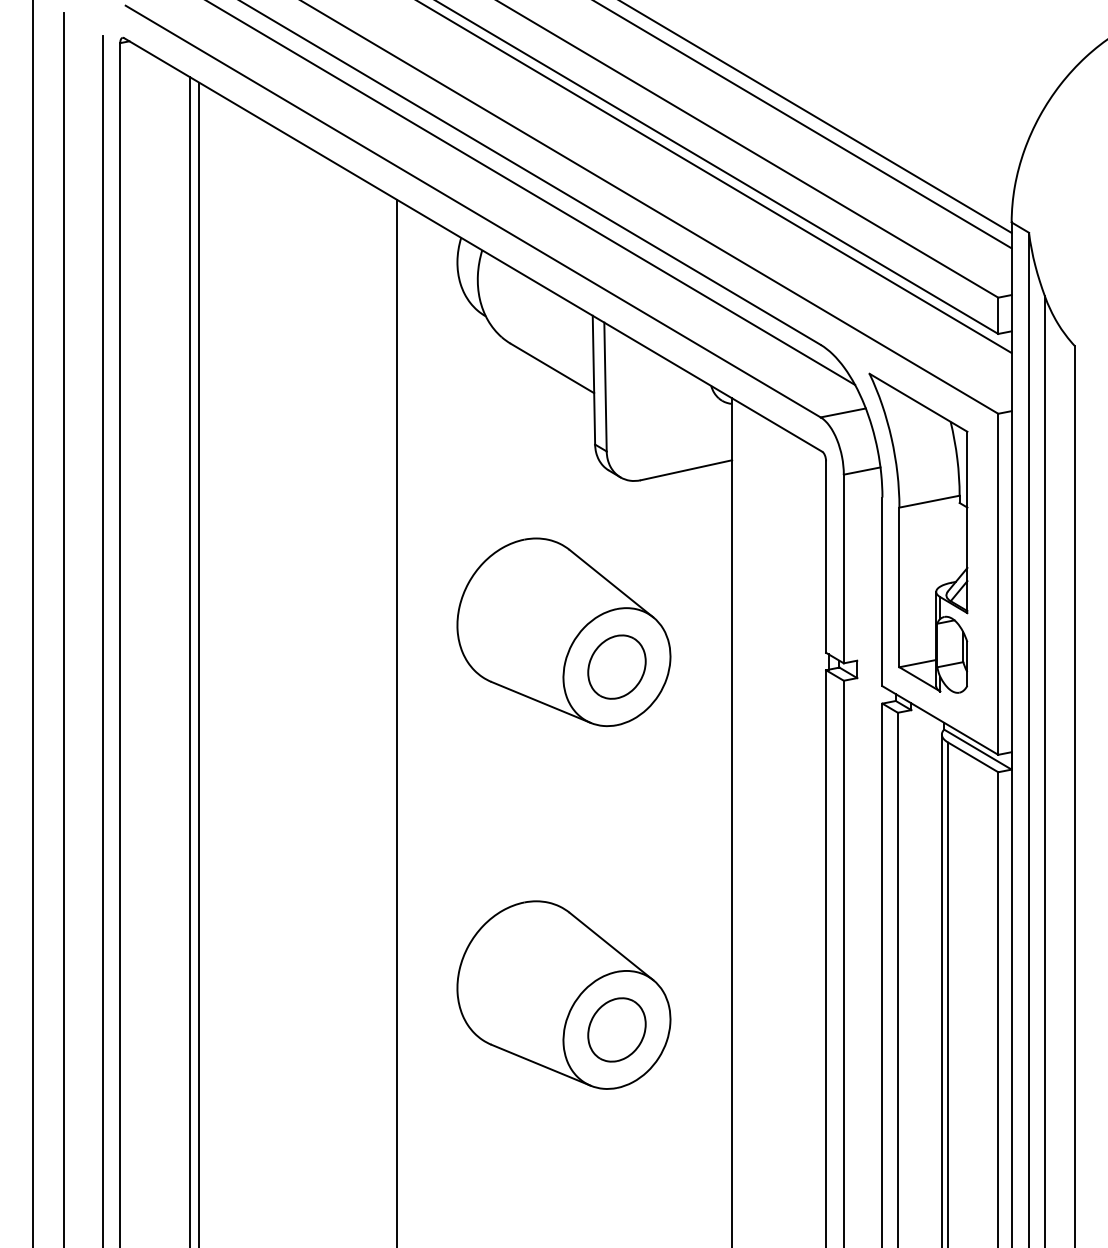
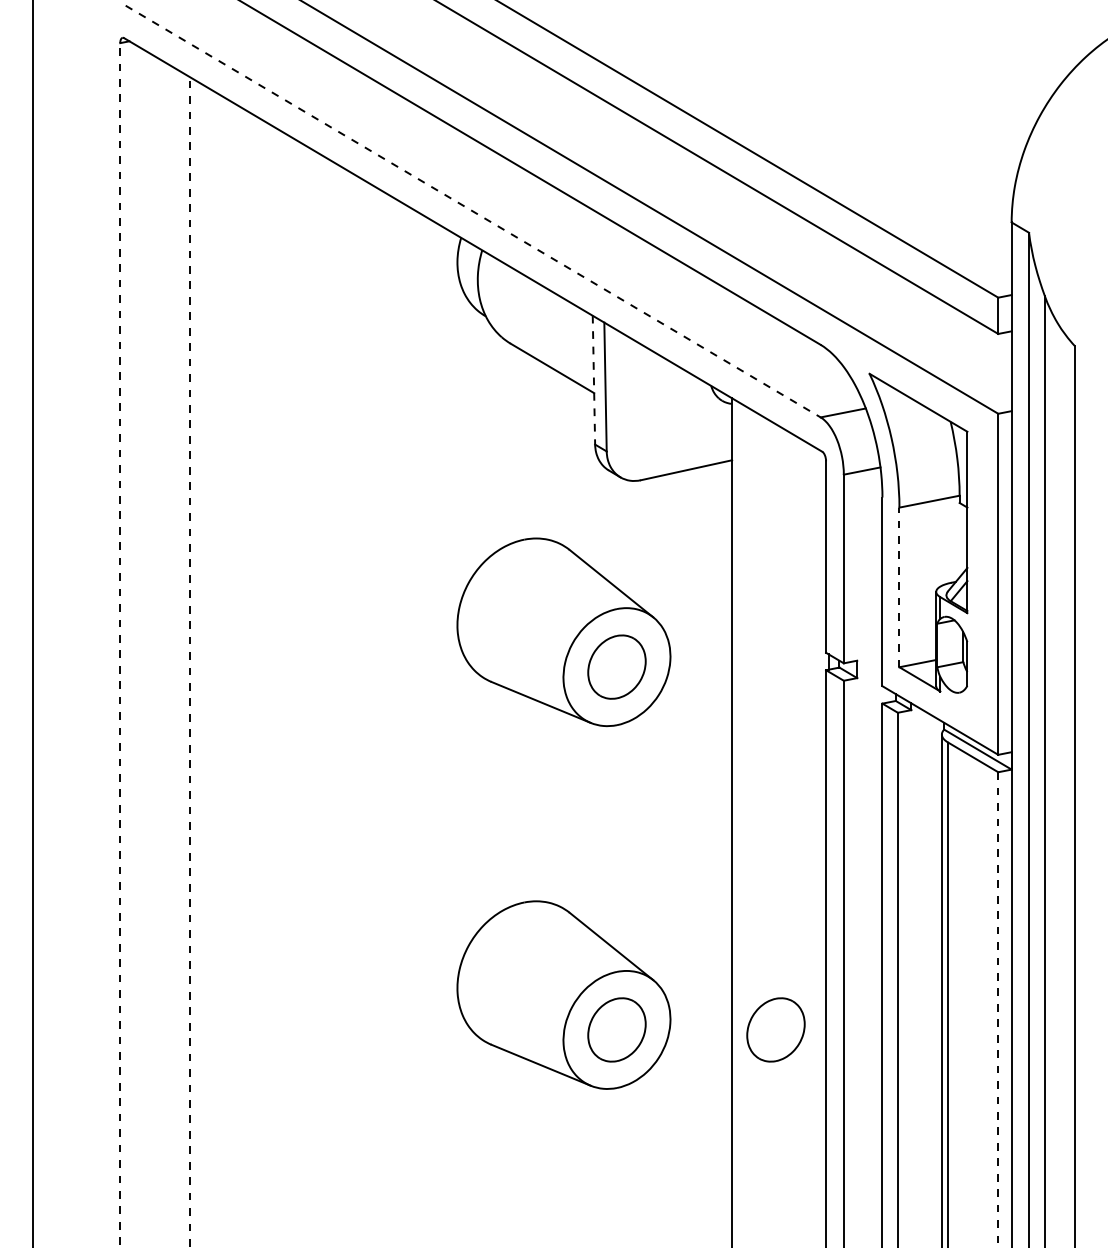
line at (816, 117): present -> none
line at (803, 125): present -> none
line at (715, 177): present -> none
line at (531, 193): present -> none
line at (473, 211): solid -> dashed
line at (593, 380): solid -> dashed
line at (899, 587): solid -> dashed
line at (63, 628): present -> none
line at (102, 639): present -> none
line at (120, 645): solid -> dashed
line at (189, 662): solid -> dashed
line at (199, 663): present -> none
line at (397, 721): present -> none
line at (998, 1010): solid -> dashed
part at (775, 1029): none -> present
